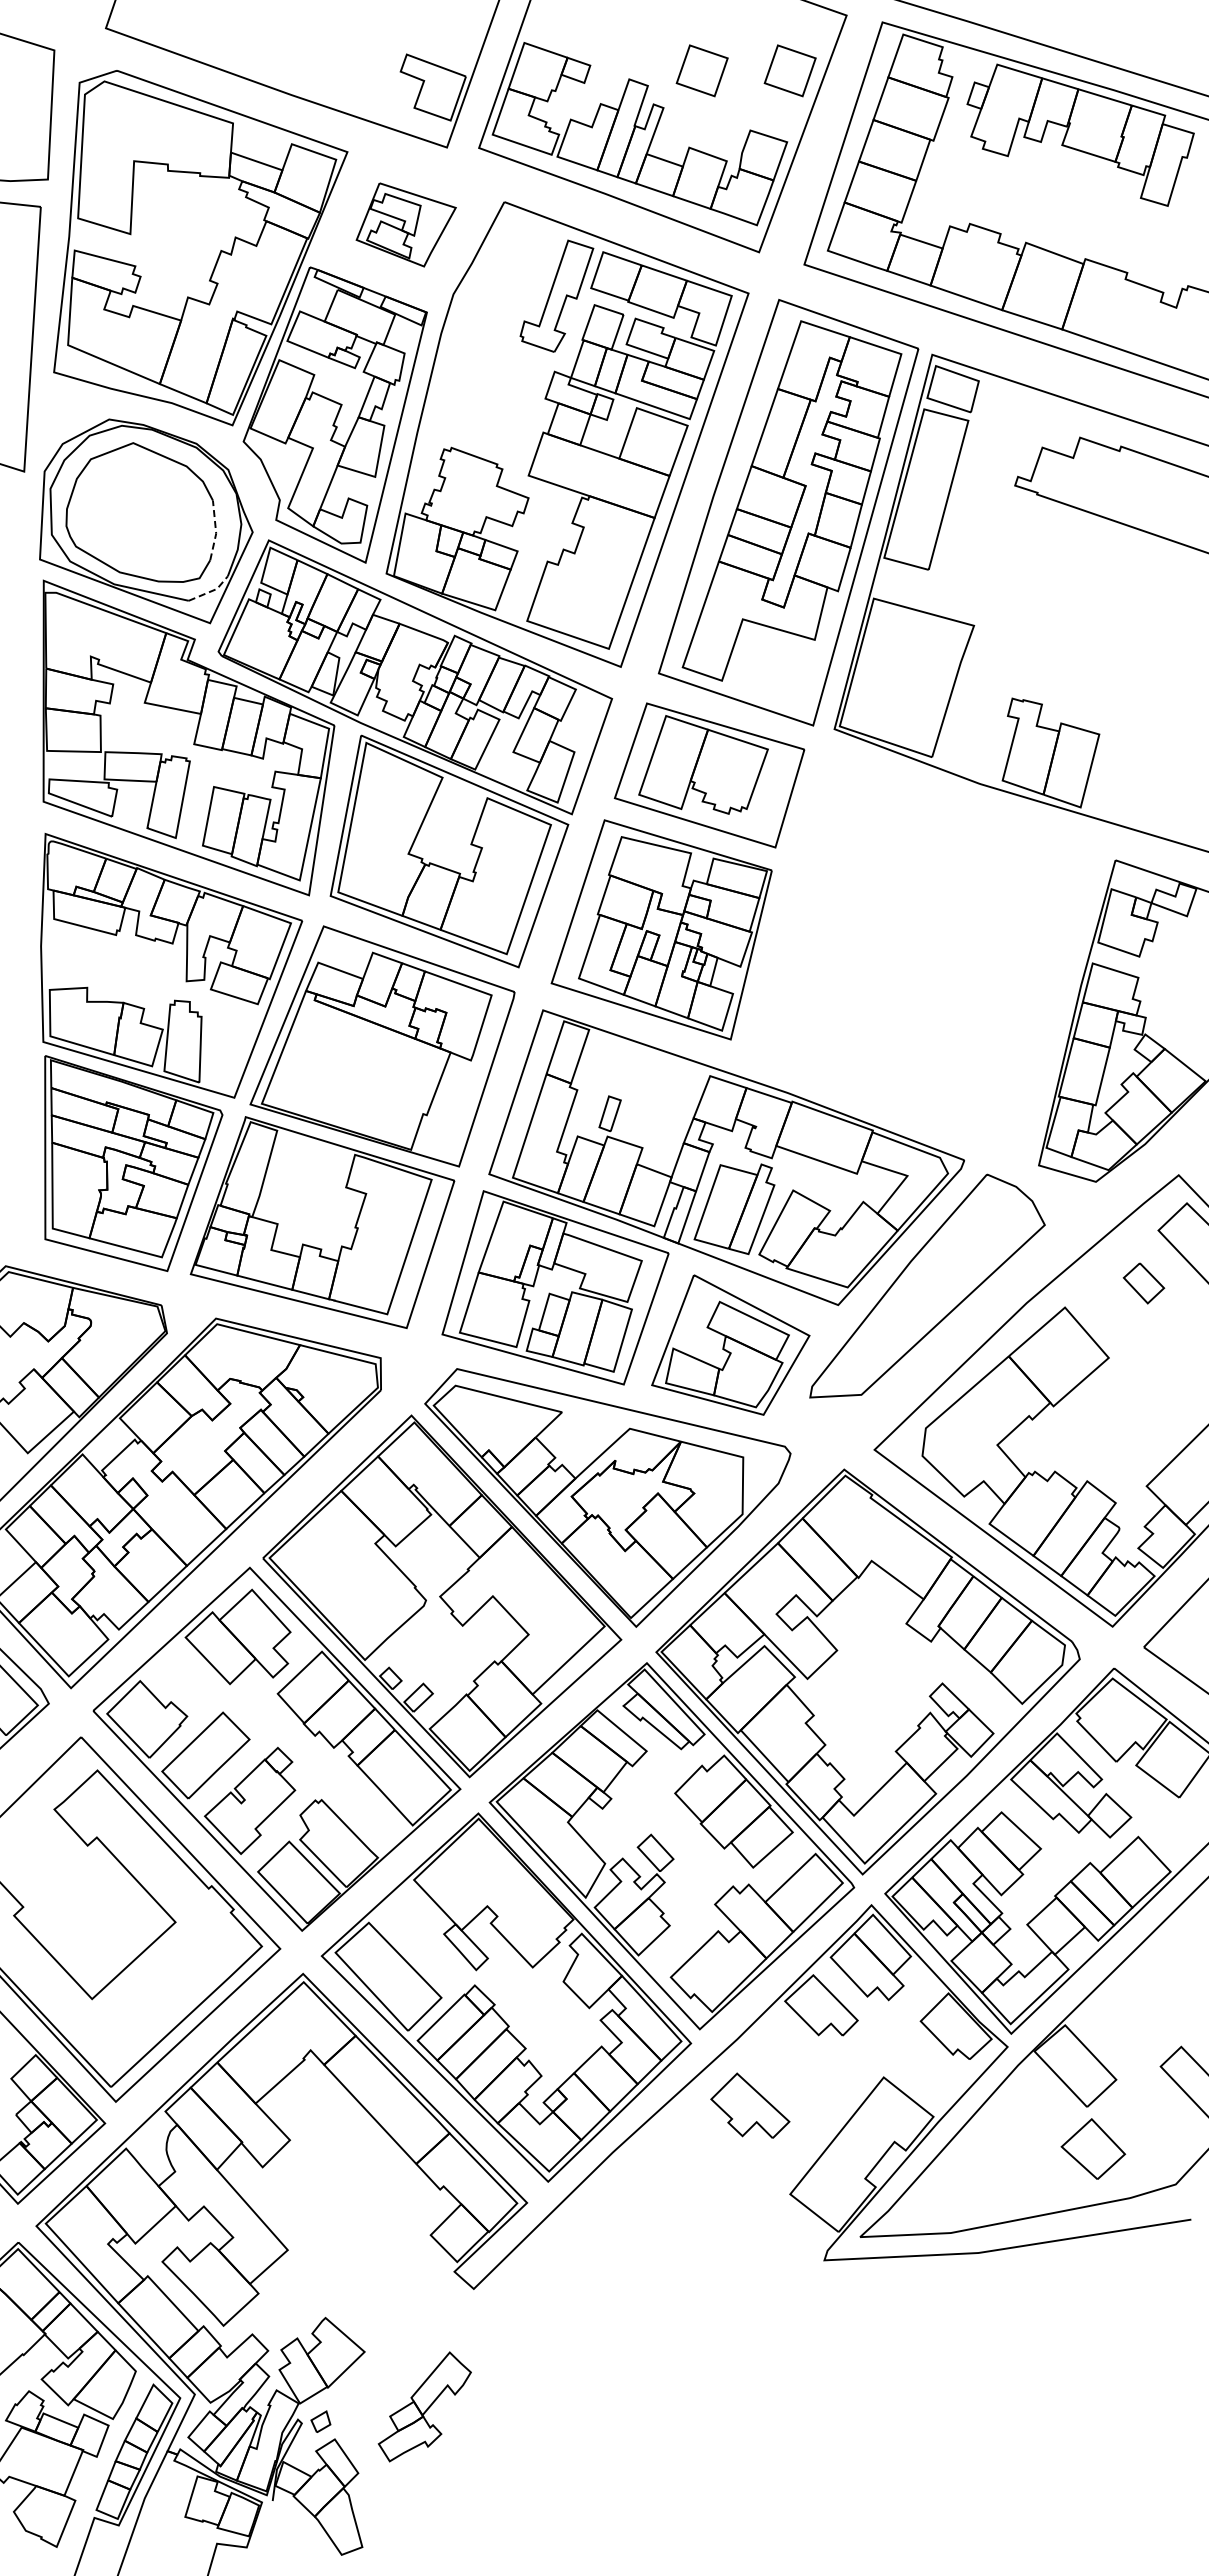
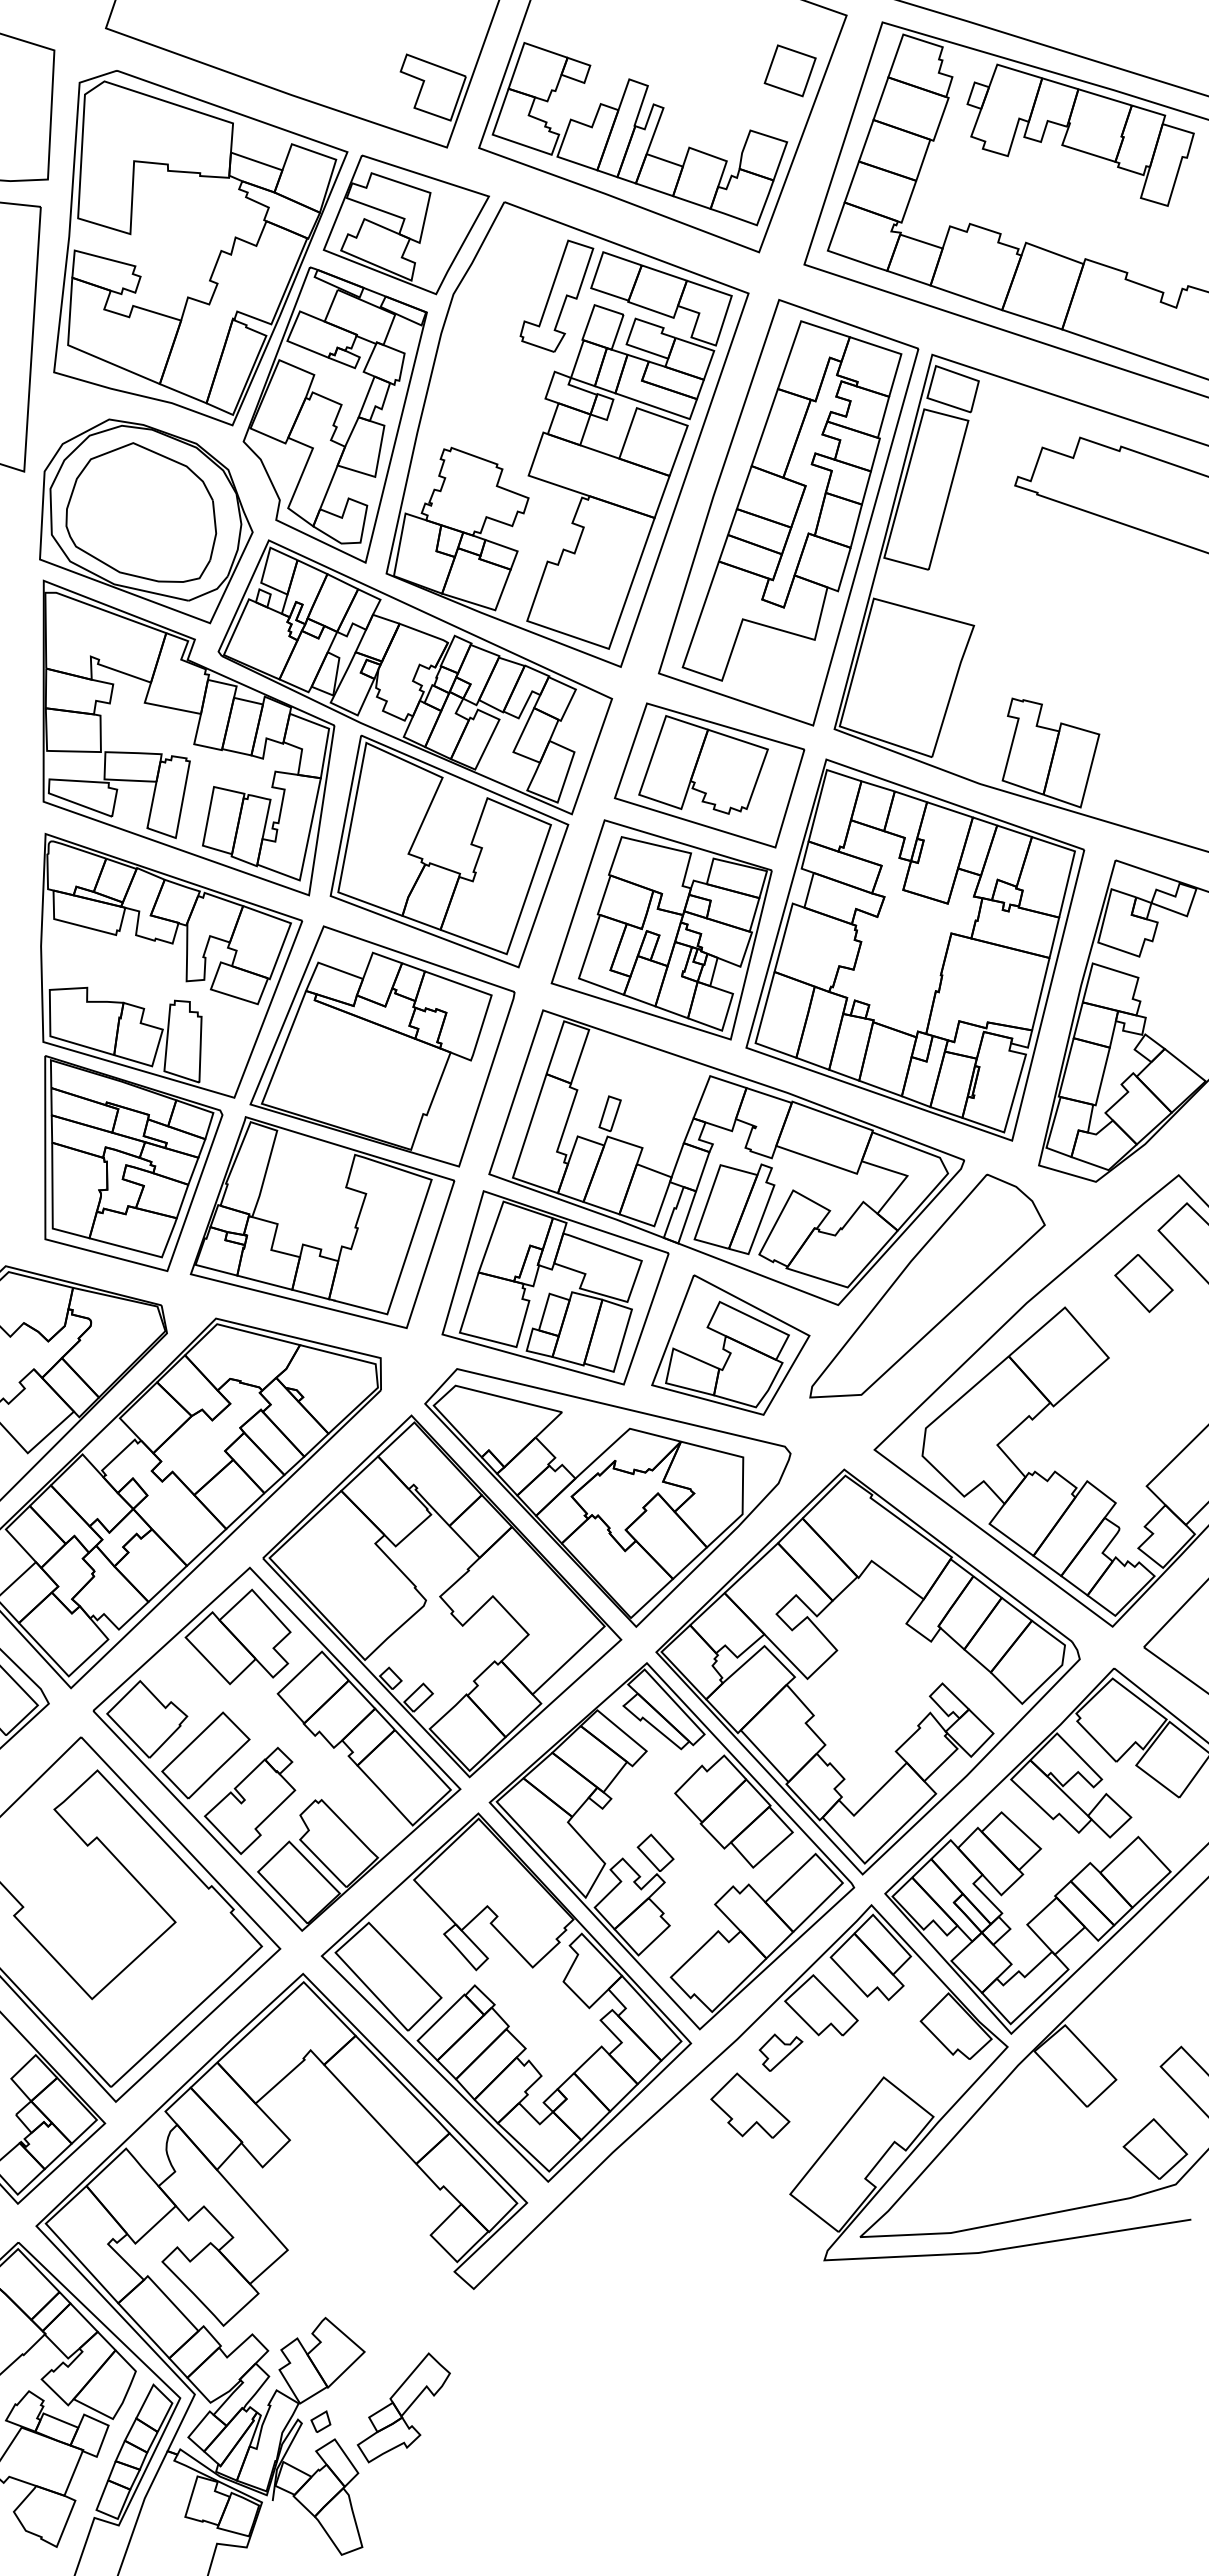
part at (701, 70): present -> none
part at (405, 224) size: 102x86 px -> 168x142 px
line at (215, 530): dashed -> solid
line at (211, 591): dashed -> solid
part at (915, 949): none -> present
part at (1143, 1283) size: 44x43 px -> 60x59 px
part at (780, 2052): none -> present
part at (1093, 2148) position: (1093, 2148) -> (1155, 2148)
part at (424, 2406) position: (424, 2406) -> (403, 2407)
